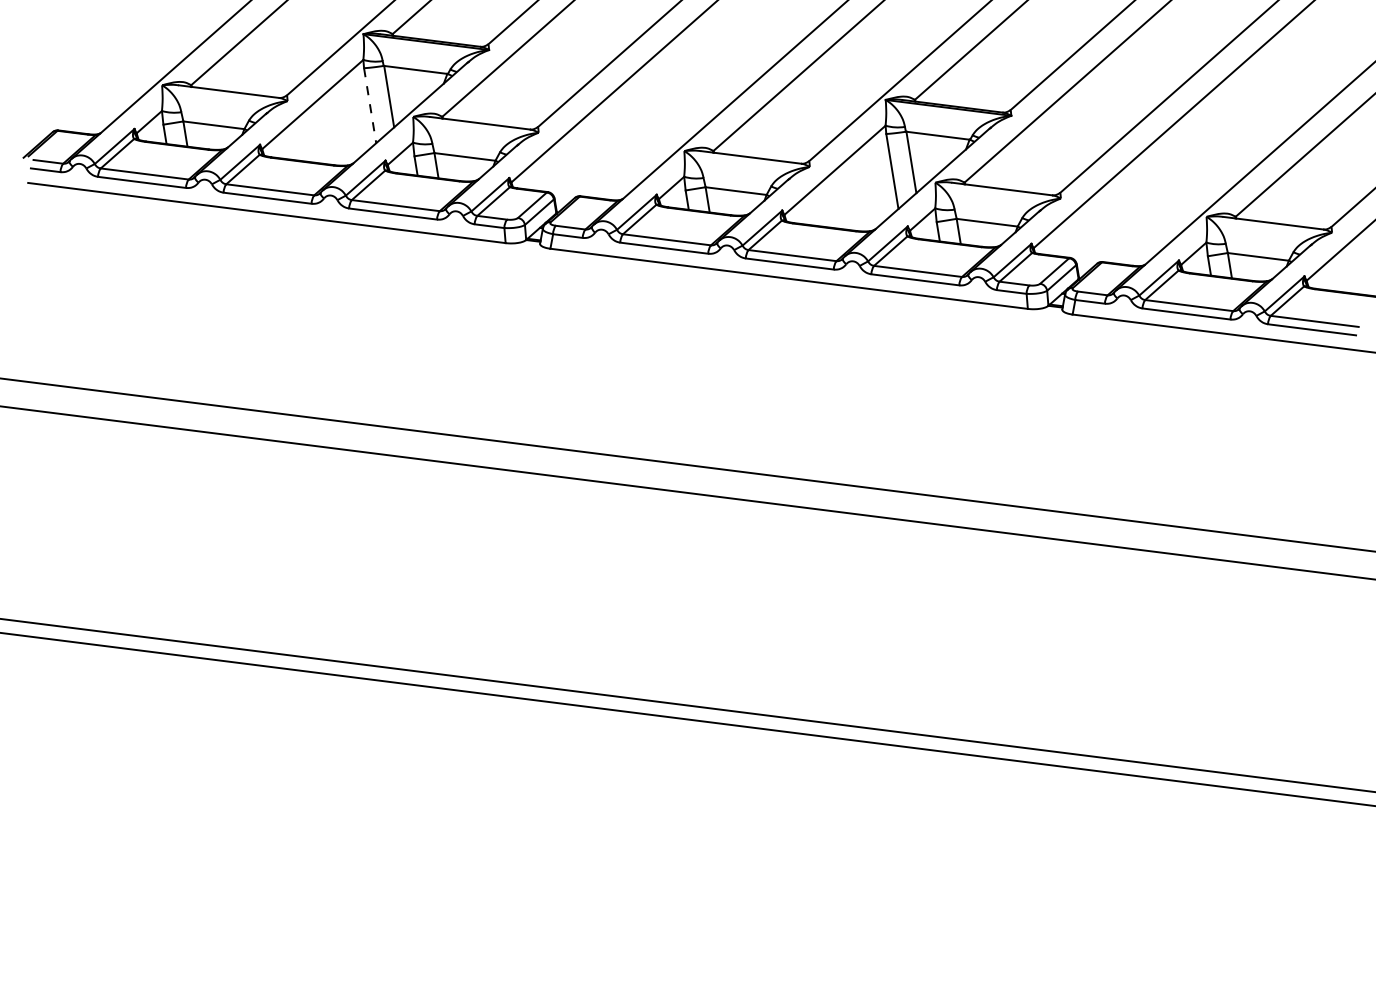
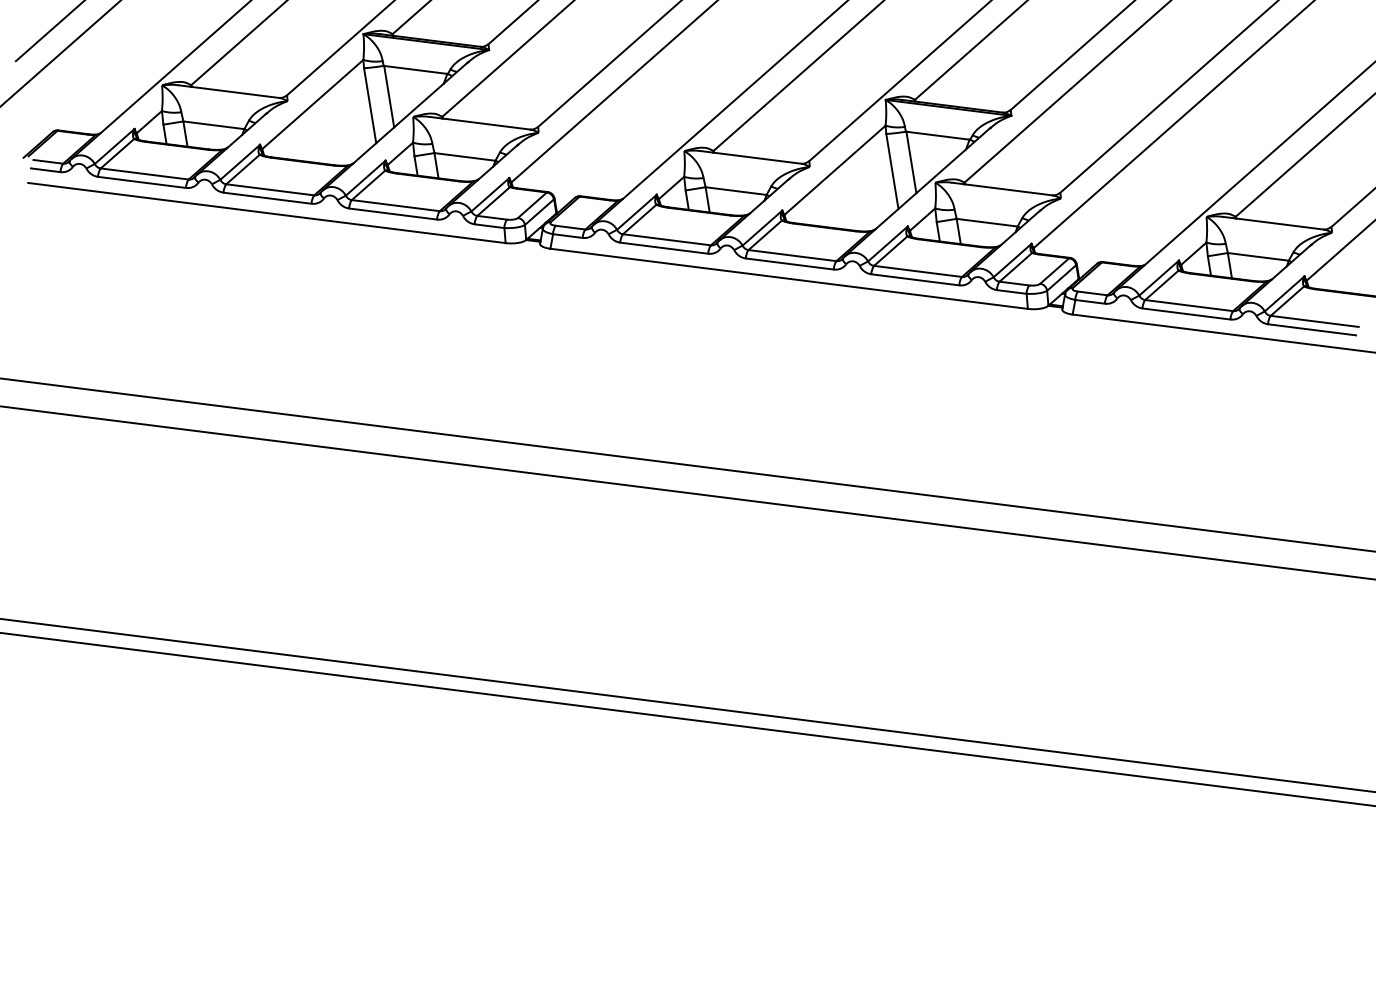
line at (48, 31): none -> present
line at (60, 53): none -> present
line at (370, 106): dashed -> solid
